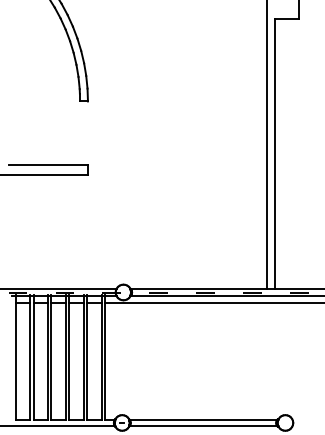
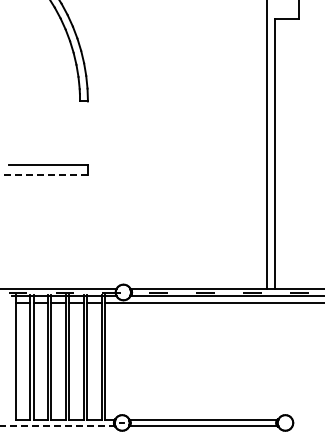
line at (44, 174): solid -> dashed
line at (58, 426): solid -> dashed
